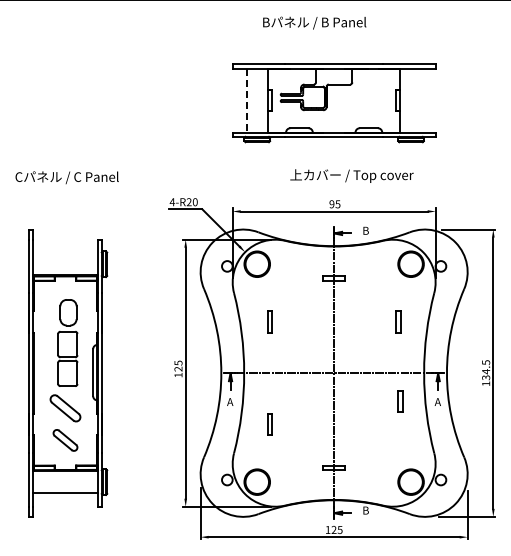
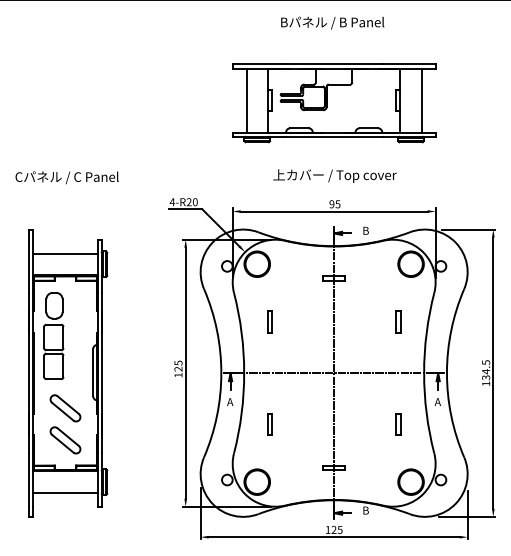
text at (314, 22) position: (314, 22) -> (332, 22)
line at (421, 100): none -> present
line at (246, 101): dashed -> solid
text at (351, 175) position: (351, 175) -> (334, 175)
line at (65, 253): none -> present
part at (67, 342) position: (67, 342) -> (53, 335)
part at (400, 401) position: (400, 401) -> (398, 424)
part at (65, 440) size: 27x23 px -> 33x29 px
